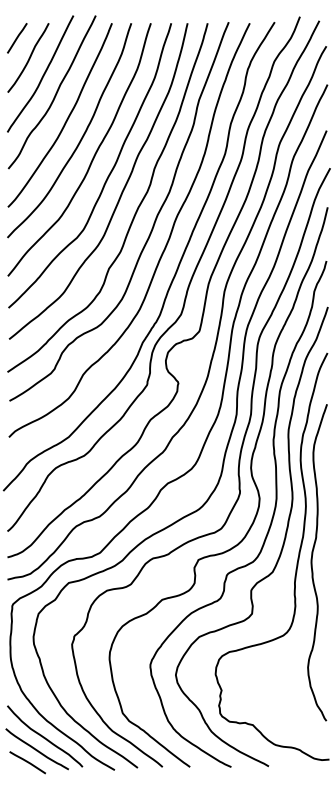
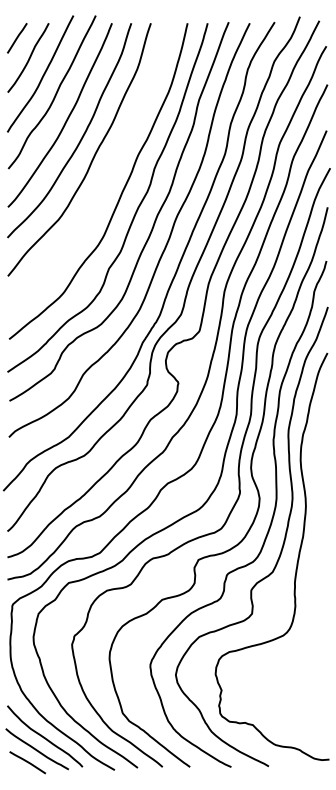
curve at (108, 174): present -> none
curve at (312, 562): present -> none
